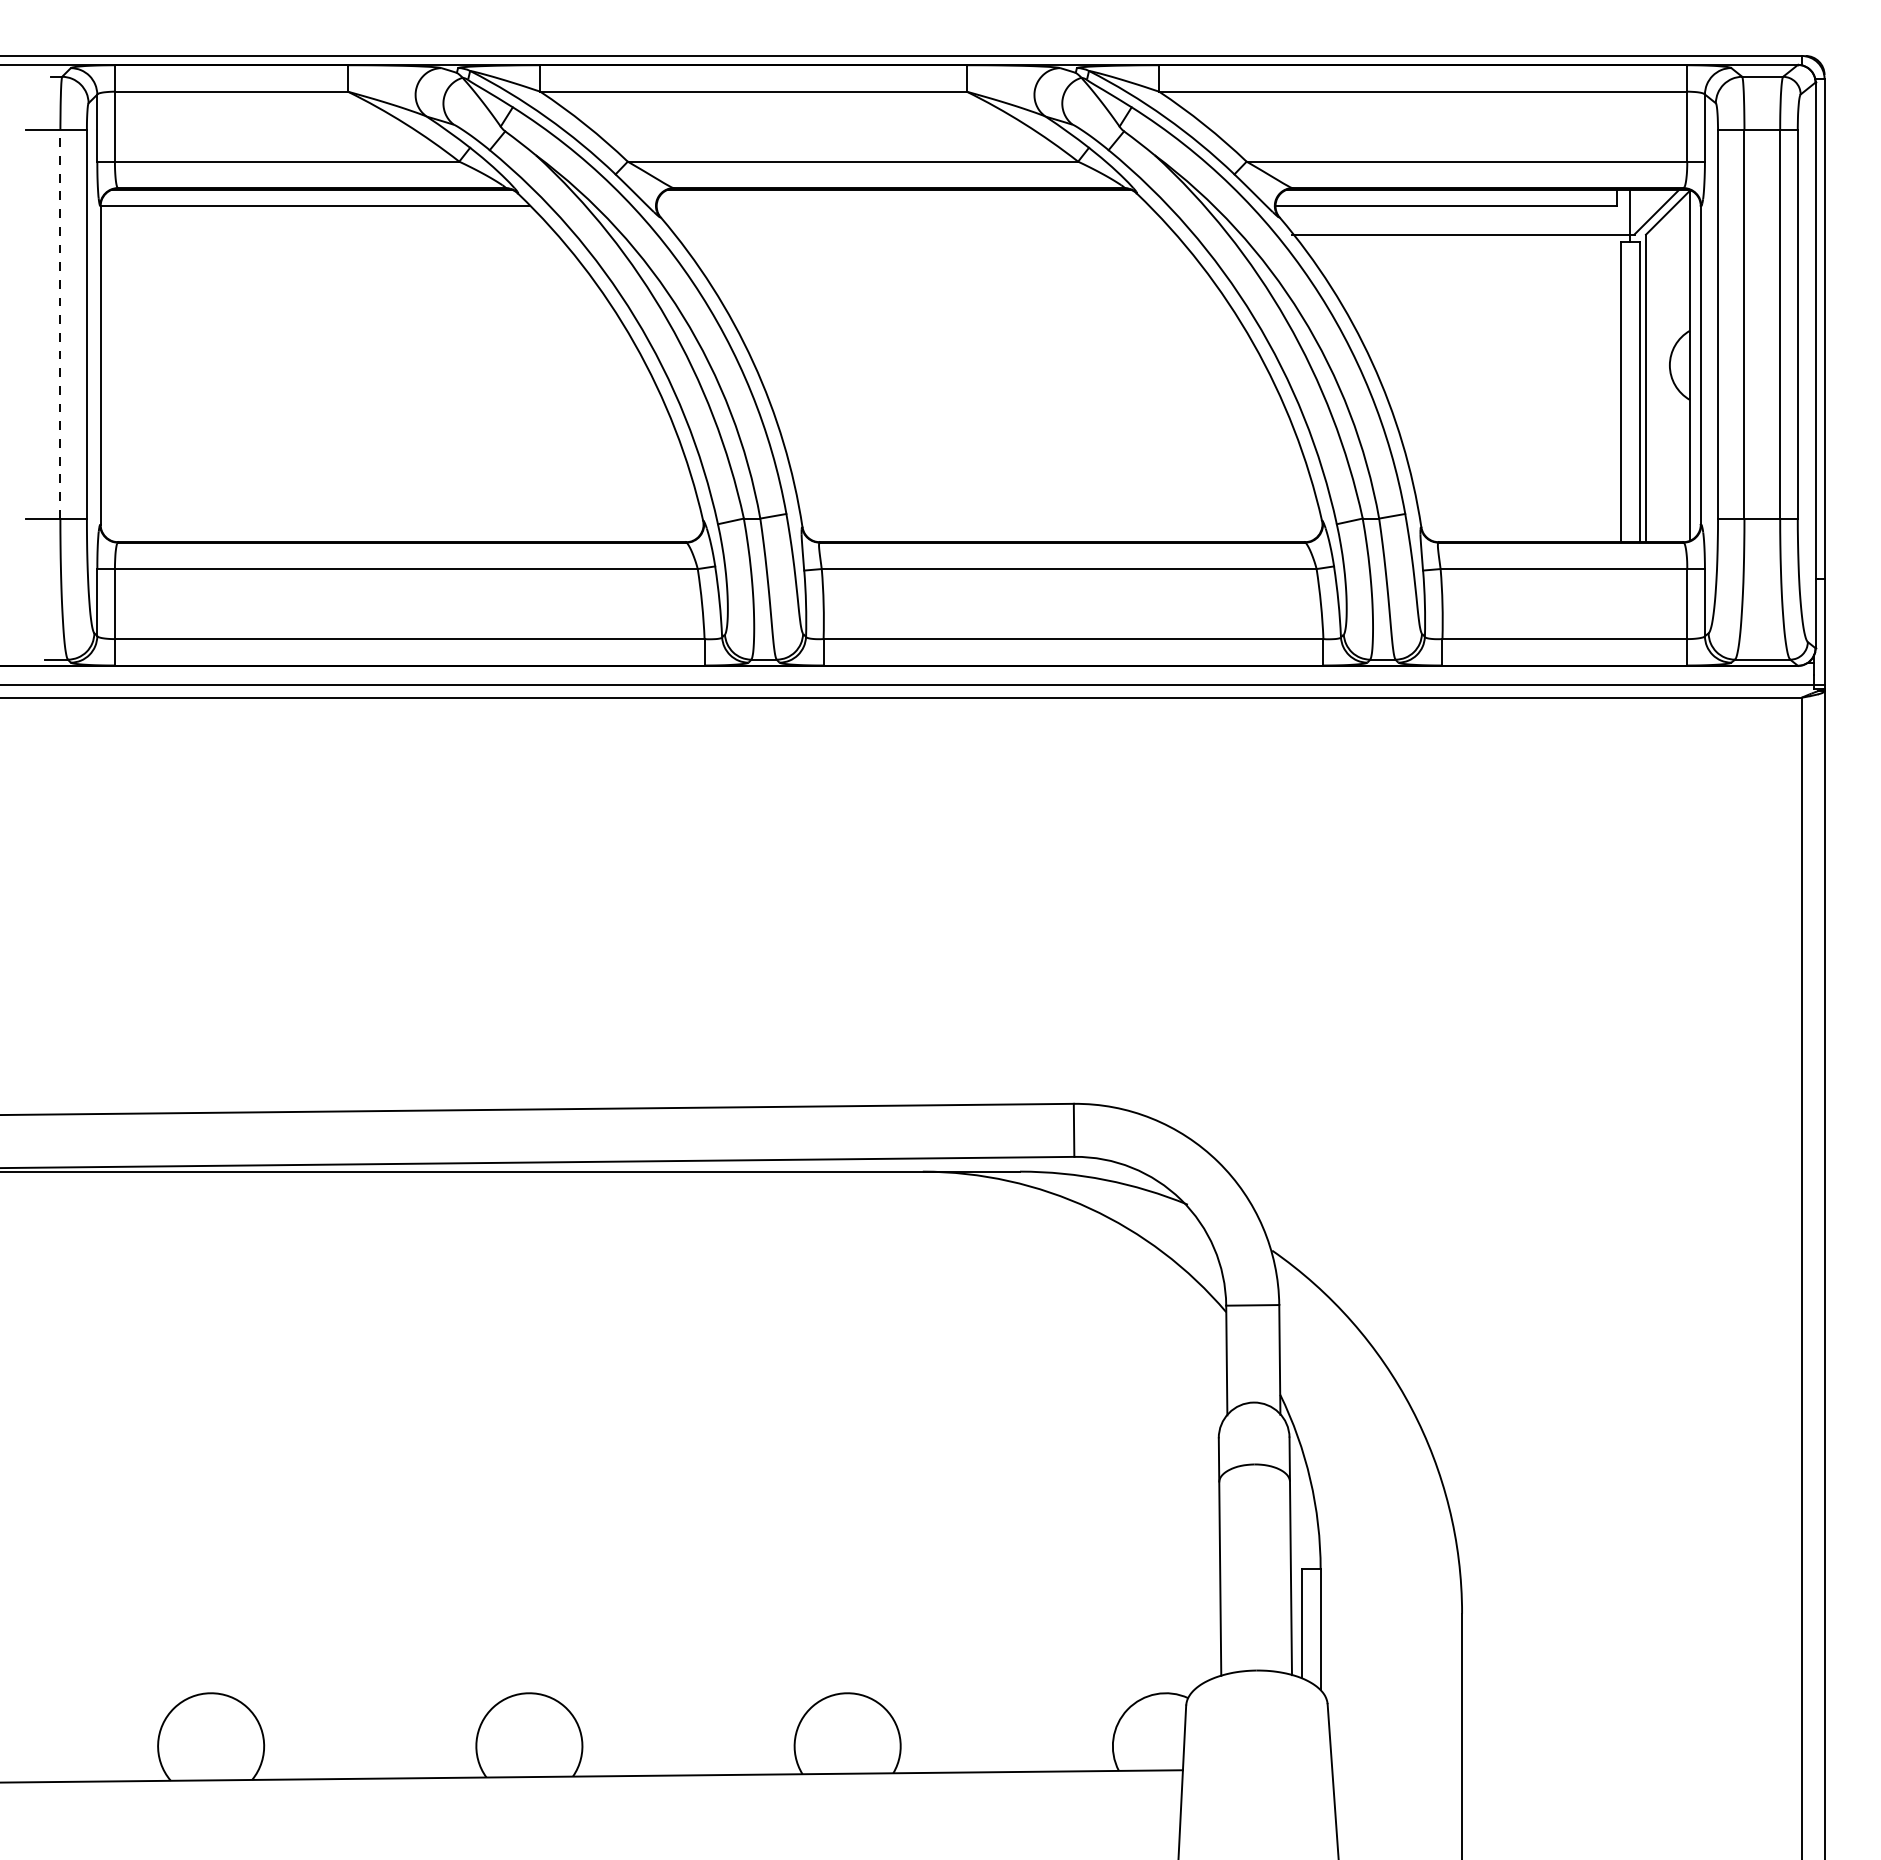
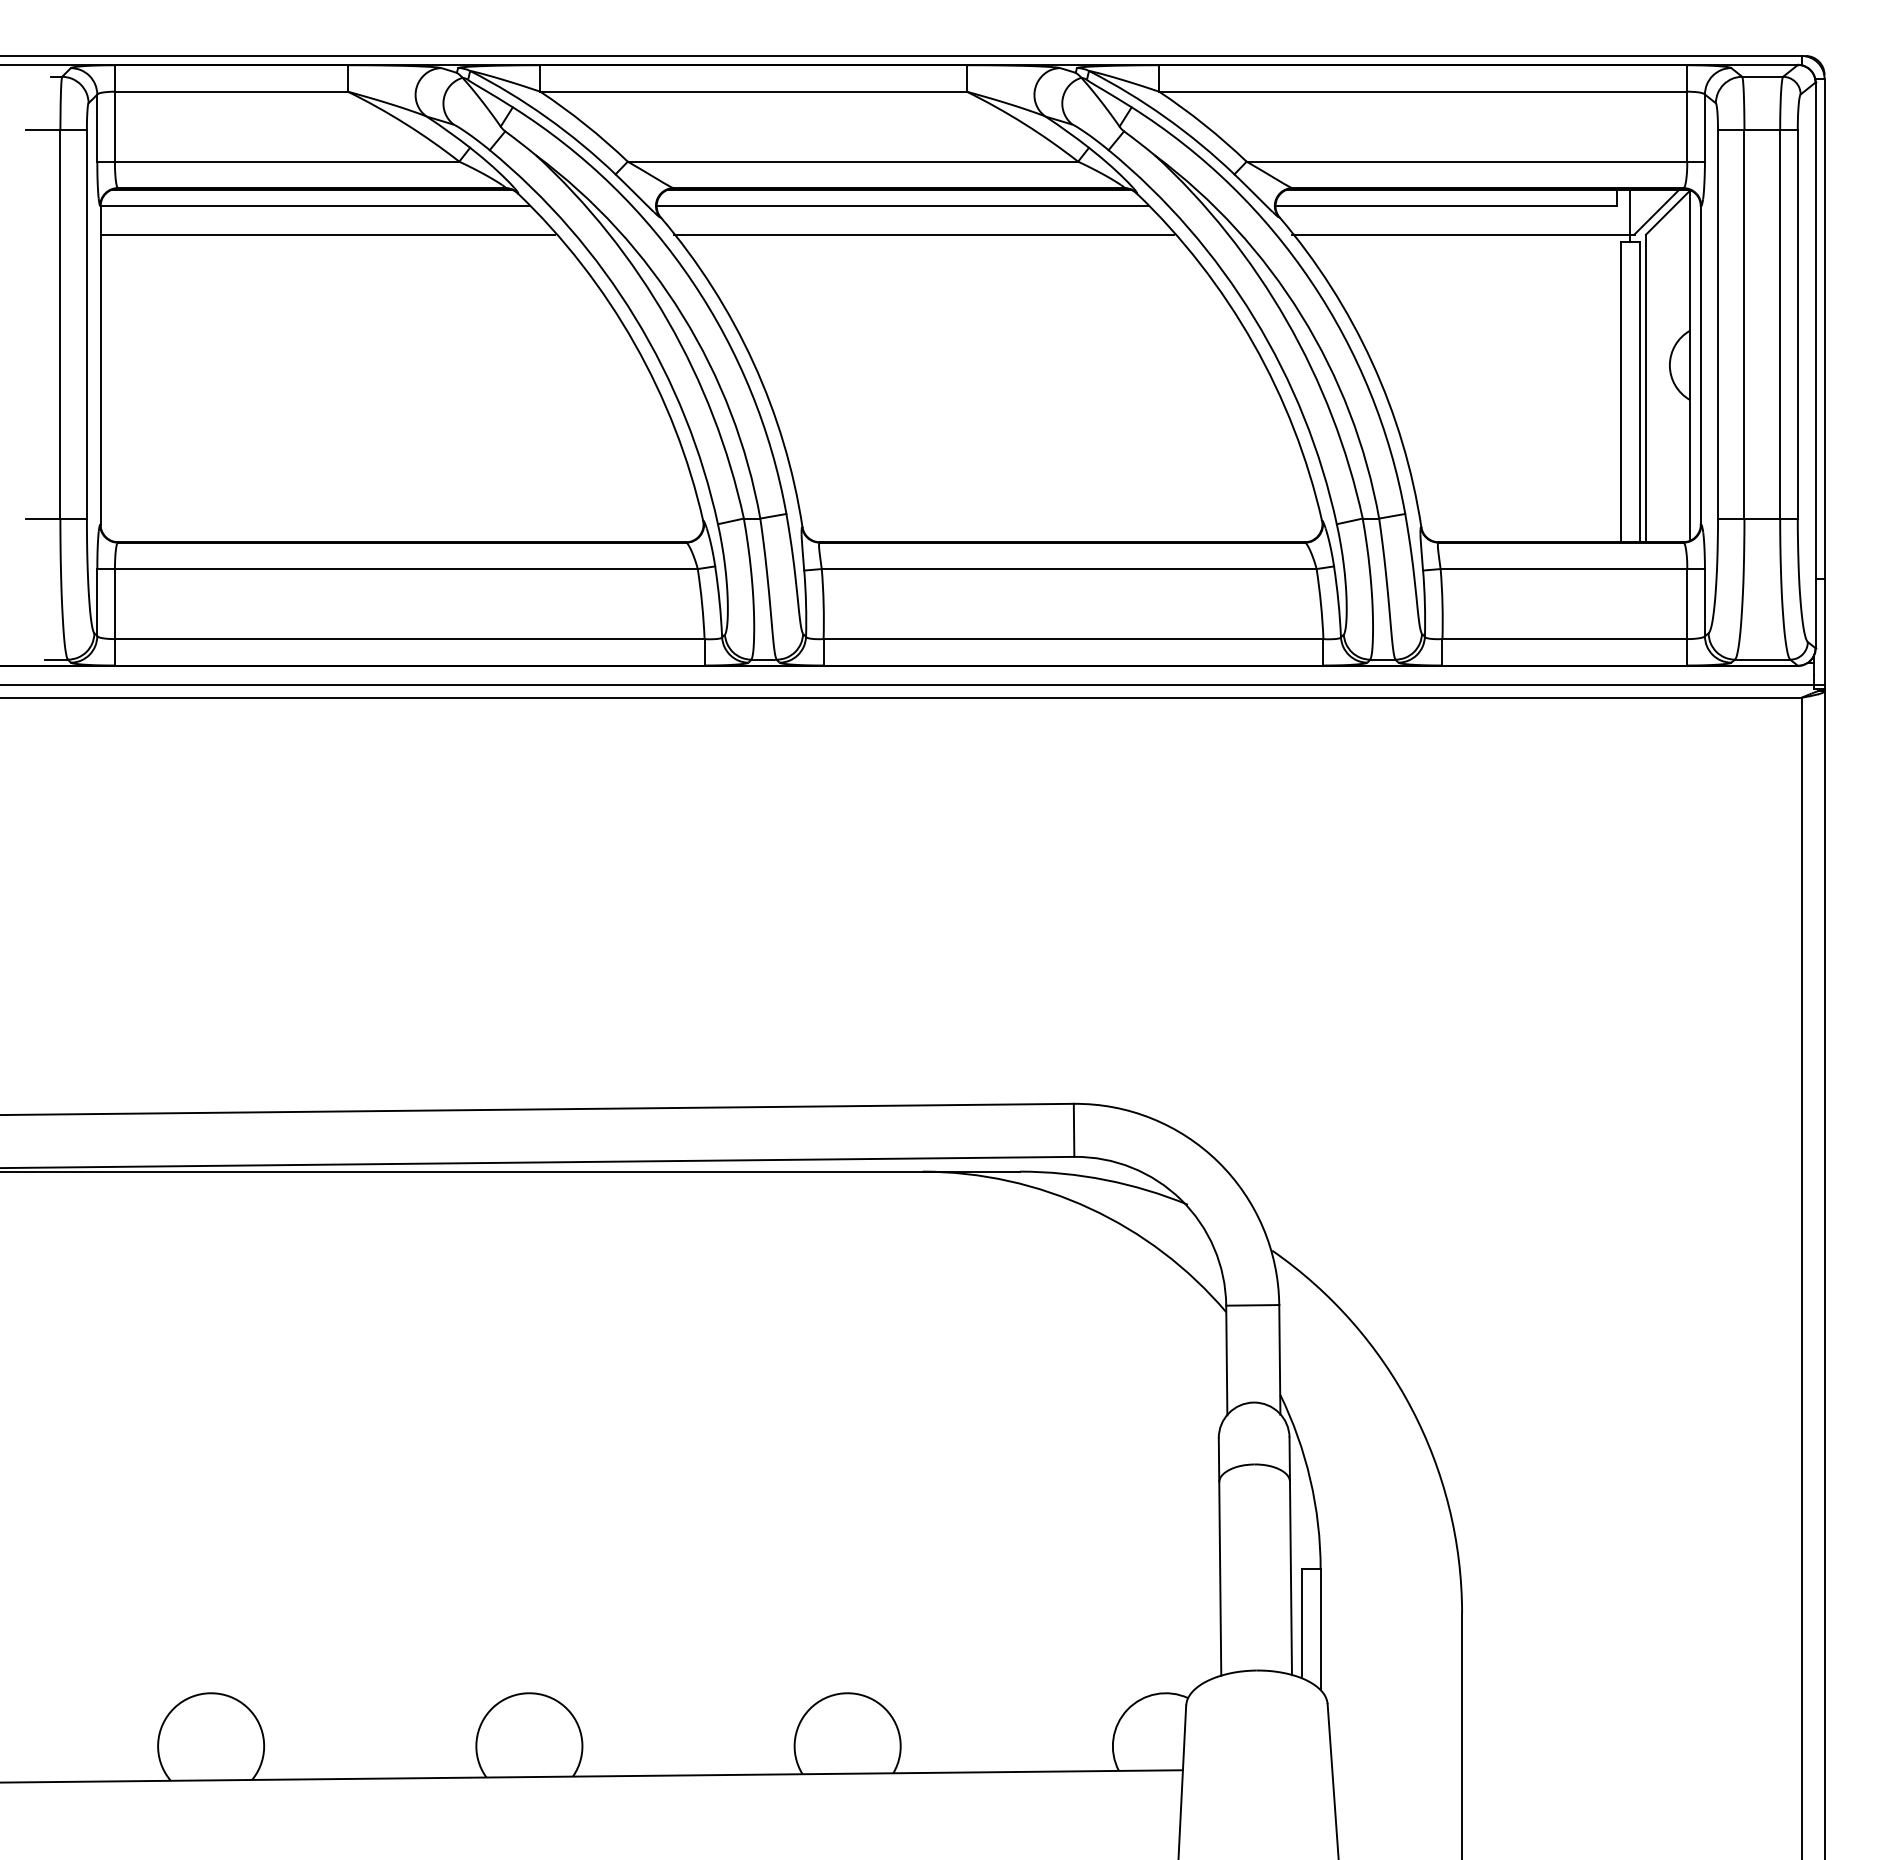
line at (902, 206): none -> present
line at (327, 234): none -> present
line at (923, 234): none -> present
line at (60, 323): dashed -> solid
